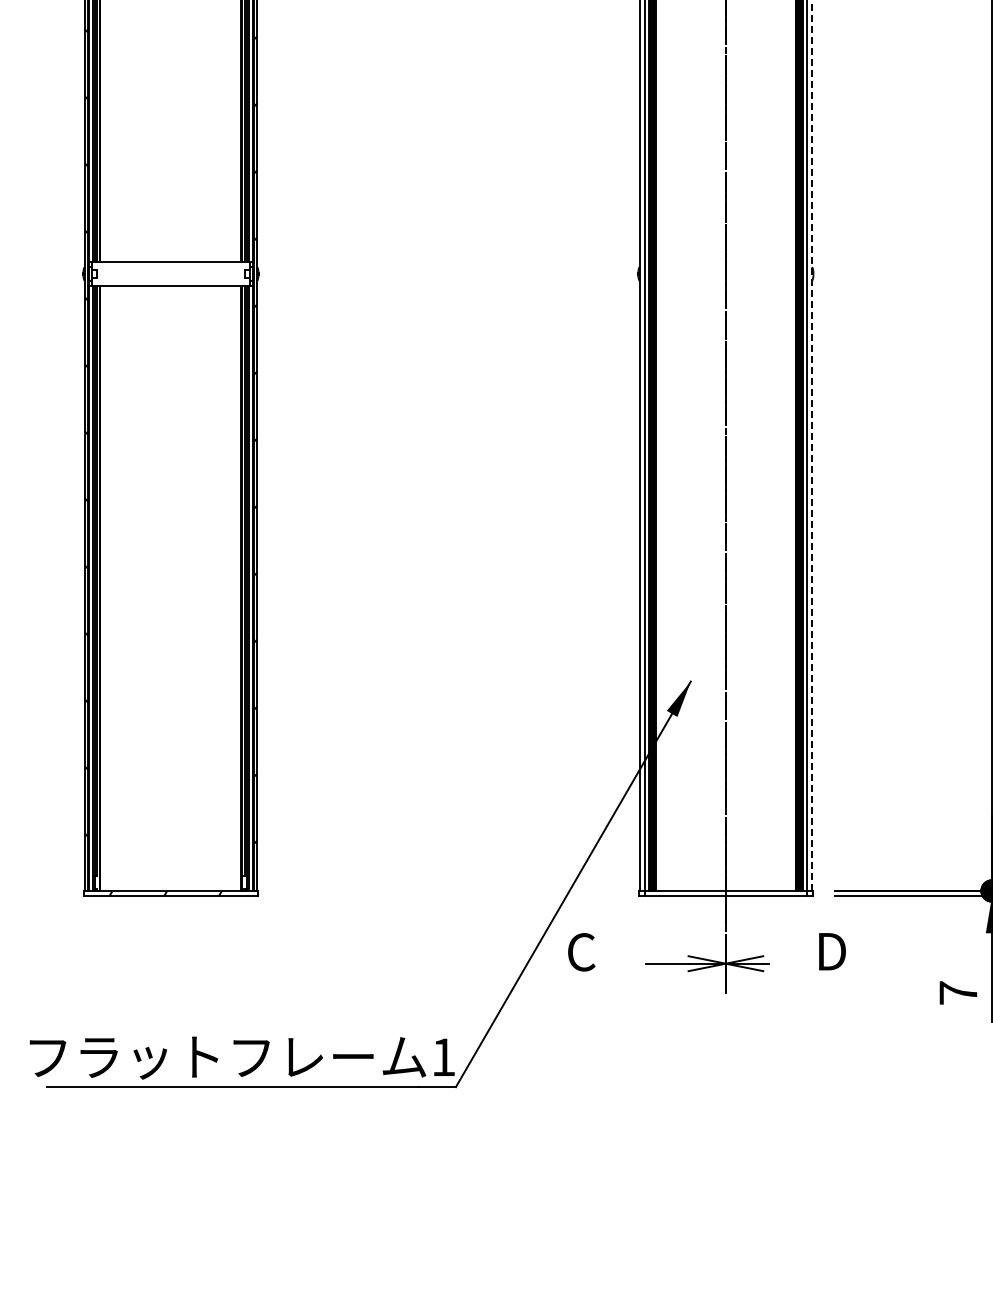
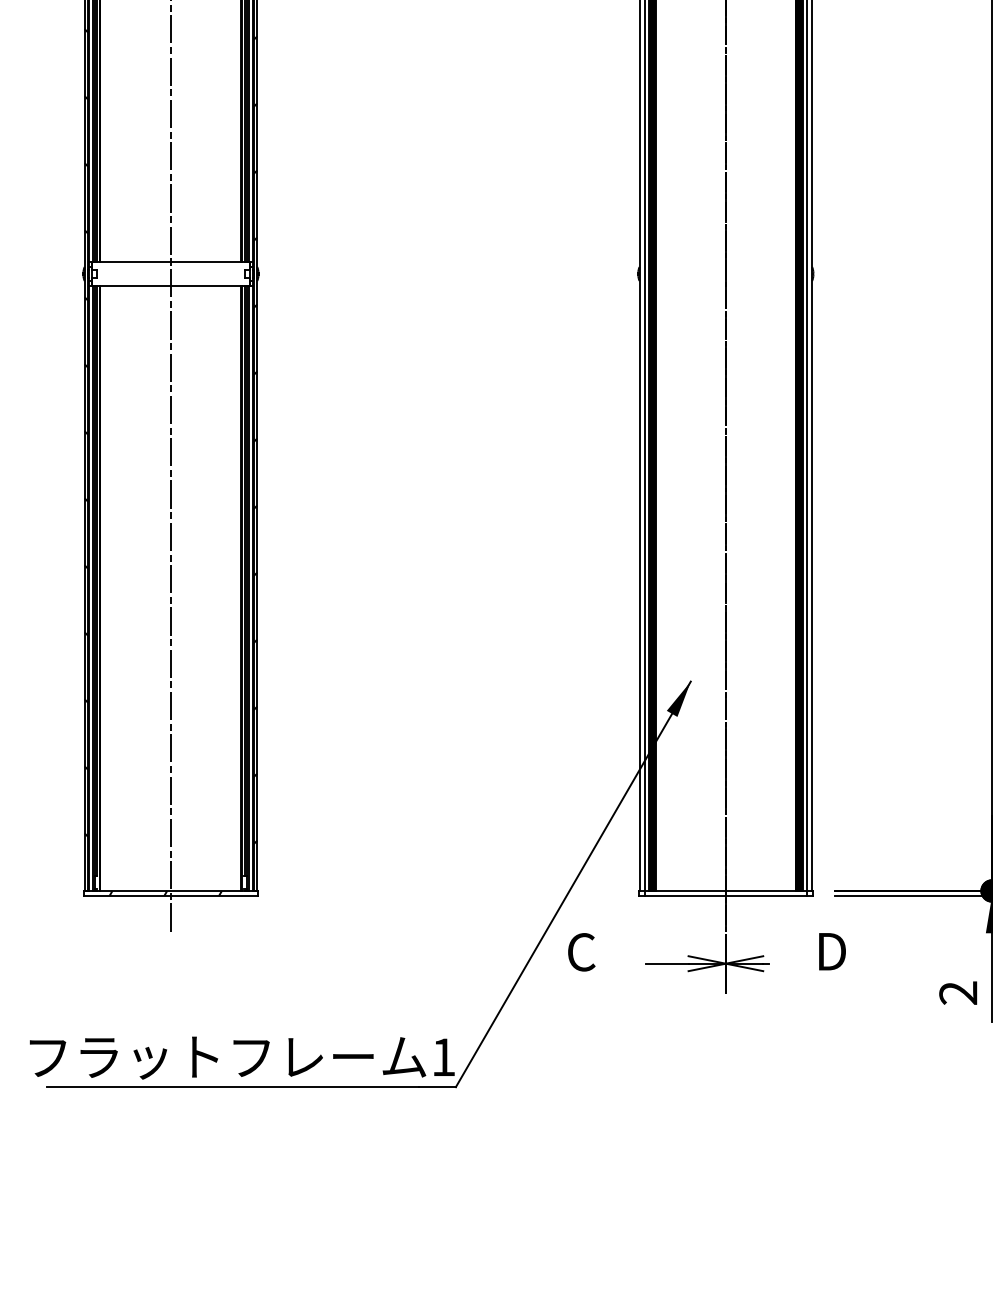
line at (812, 445): dashed -> solid
line at (170, 467): none -> present
text at (958, 992): 7 -> 2
